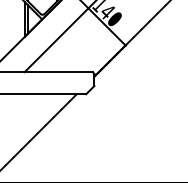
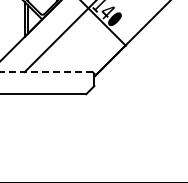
line at (46, 72): solid -> dashed
line at (39, 131): present -> none
